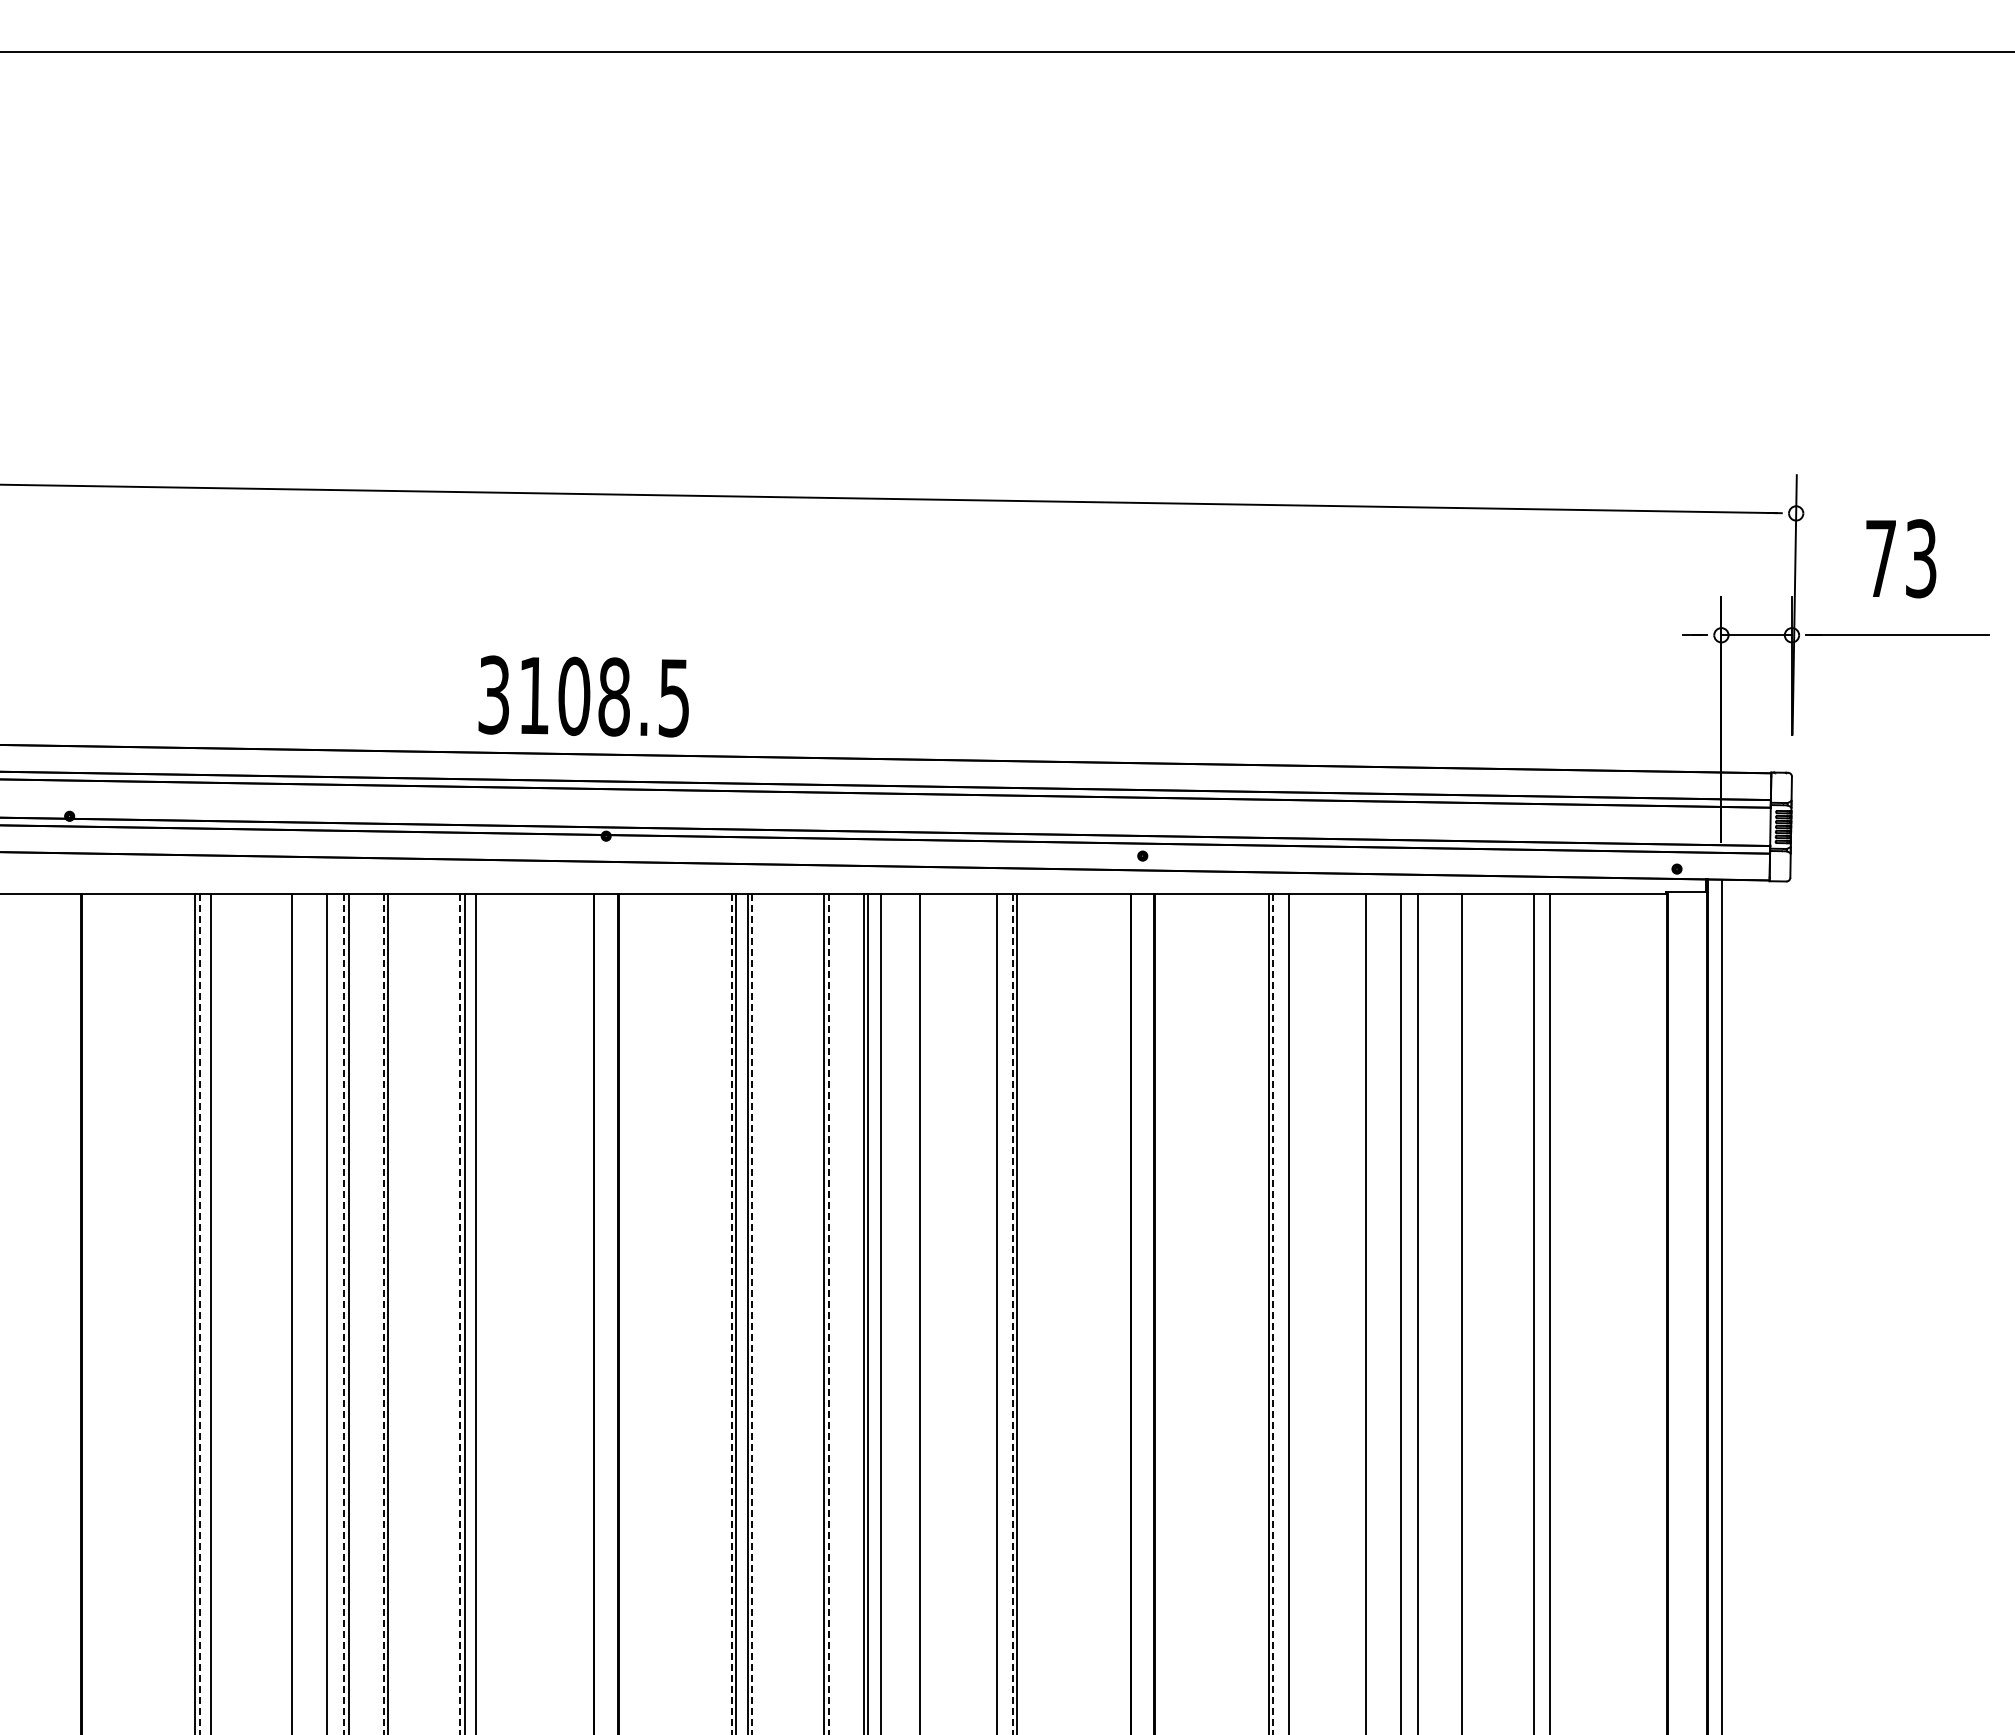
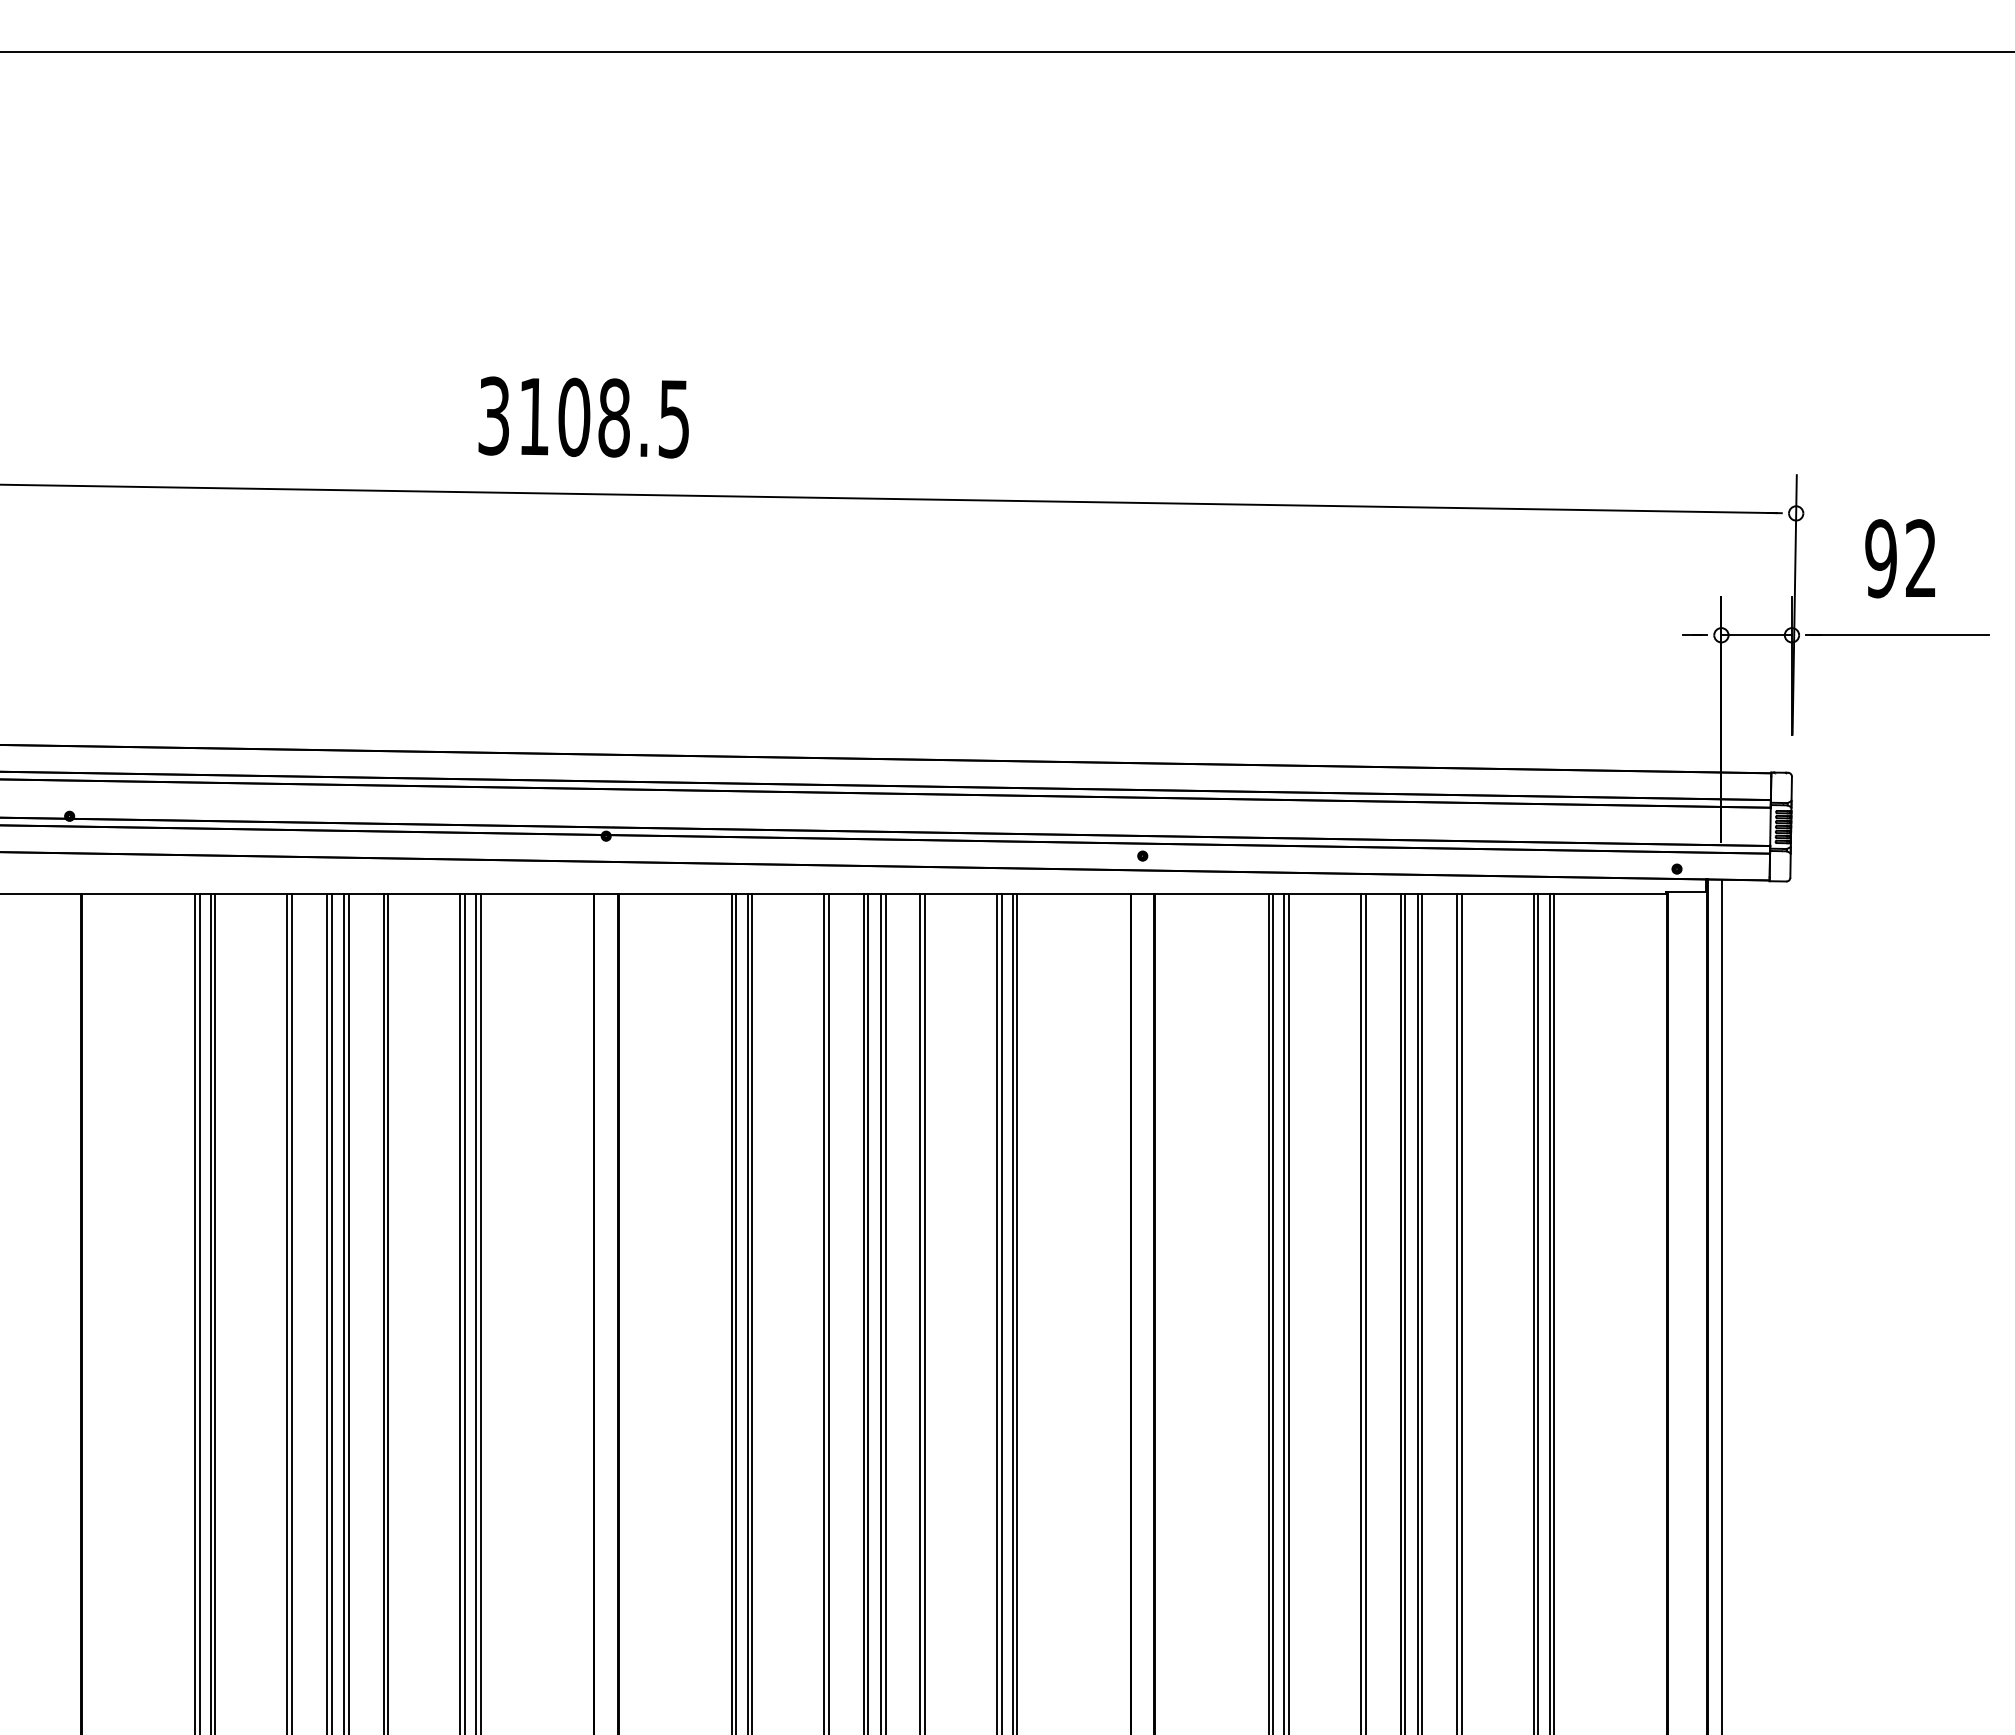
text at (1900, 558): 73 -> 92
text at (583, 696) position: (583, 696) -> (583, 417)
line at (215, 1312): none -> present
line at (287, 1312): none -> present
line at (331, 1312): none -> present
line at (480, 1312): none -> present
line at (885, 1312): none -> present
line at (925, 1312): none -> present
line at (1001, 1312): none -> present
line at (1284, 1312): none -> present
line at (1360, 1312): none -> present
line at (1405, 1312): none -> present
line at (1422, 1312): none -> present
line at (1457, 1312): none -> present
line at (1538, 1312): none -> present
line at (1554, 1312): none -> present
line at (199, 1314): dashed -> solid
line at (344, 1314): dashed -> solid
line at (383, 1314): dashed -> solid
line at (460, 1314): dashed -> solid
line at (731, 1314): dashed -> solid
line at (752, 1314): dashed -> solid
line at (828, 1314): dashed -> solid
line at (1012, 1314): dashed -> solid
line at (1273, 1314): dashed -> solid
